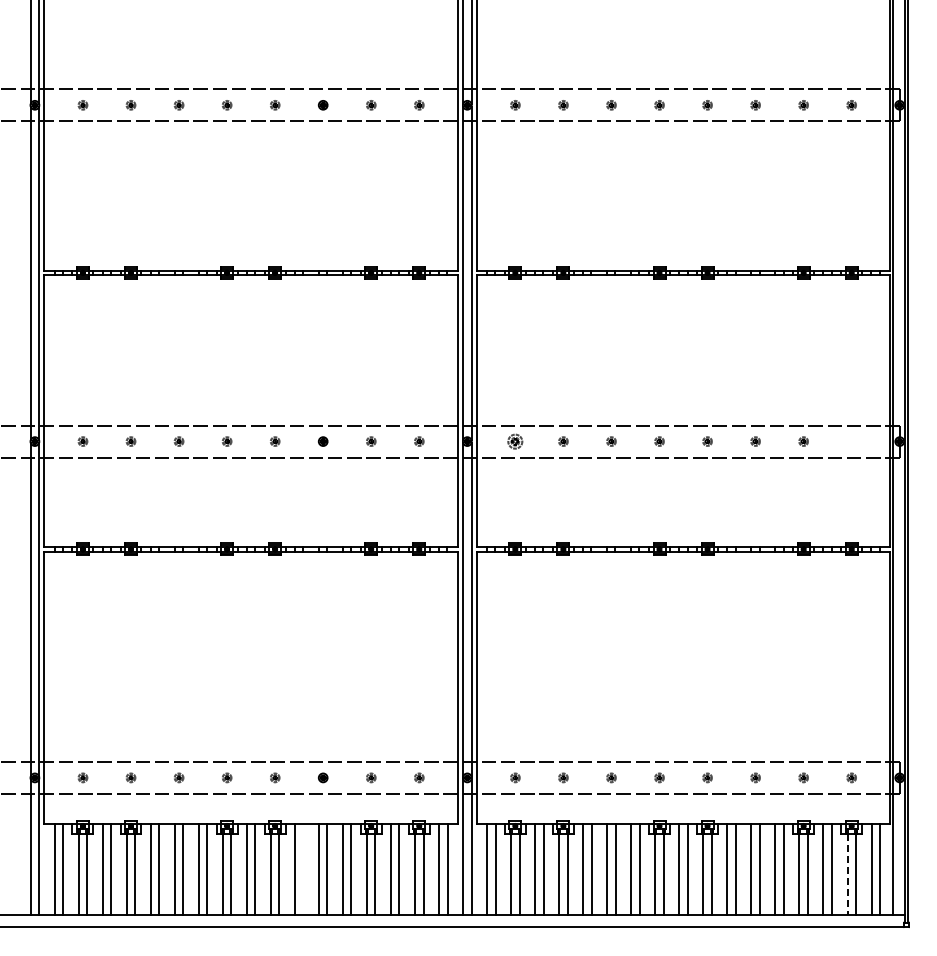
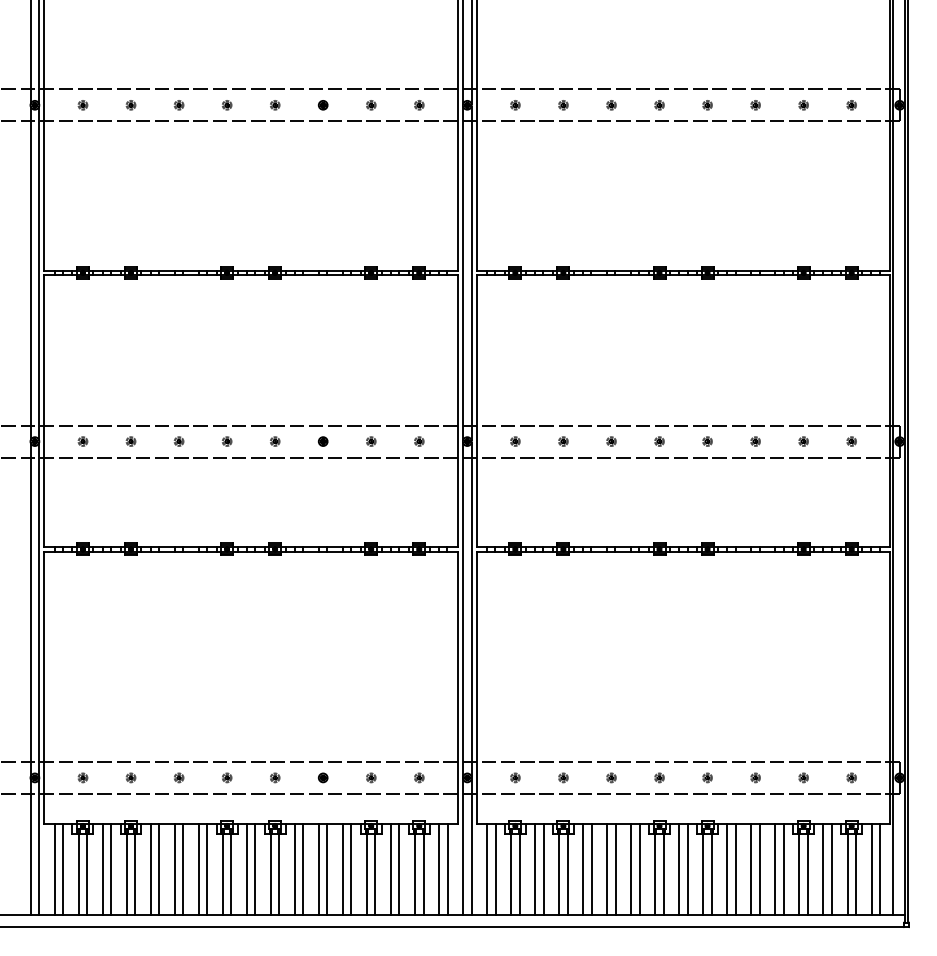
part at (515, 441) size: 17x17 px -> 11x11 px
part at (851, 441): none -> present
line at (303, 868): none -> present
line at (847, 875): dashed -> solid
